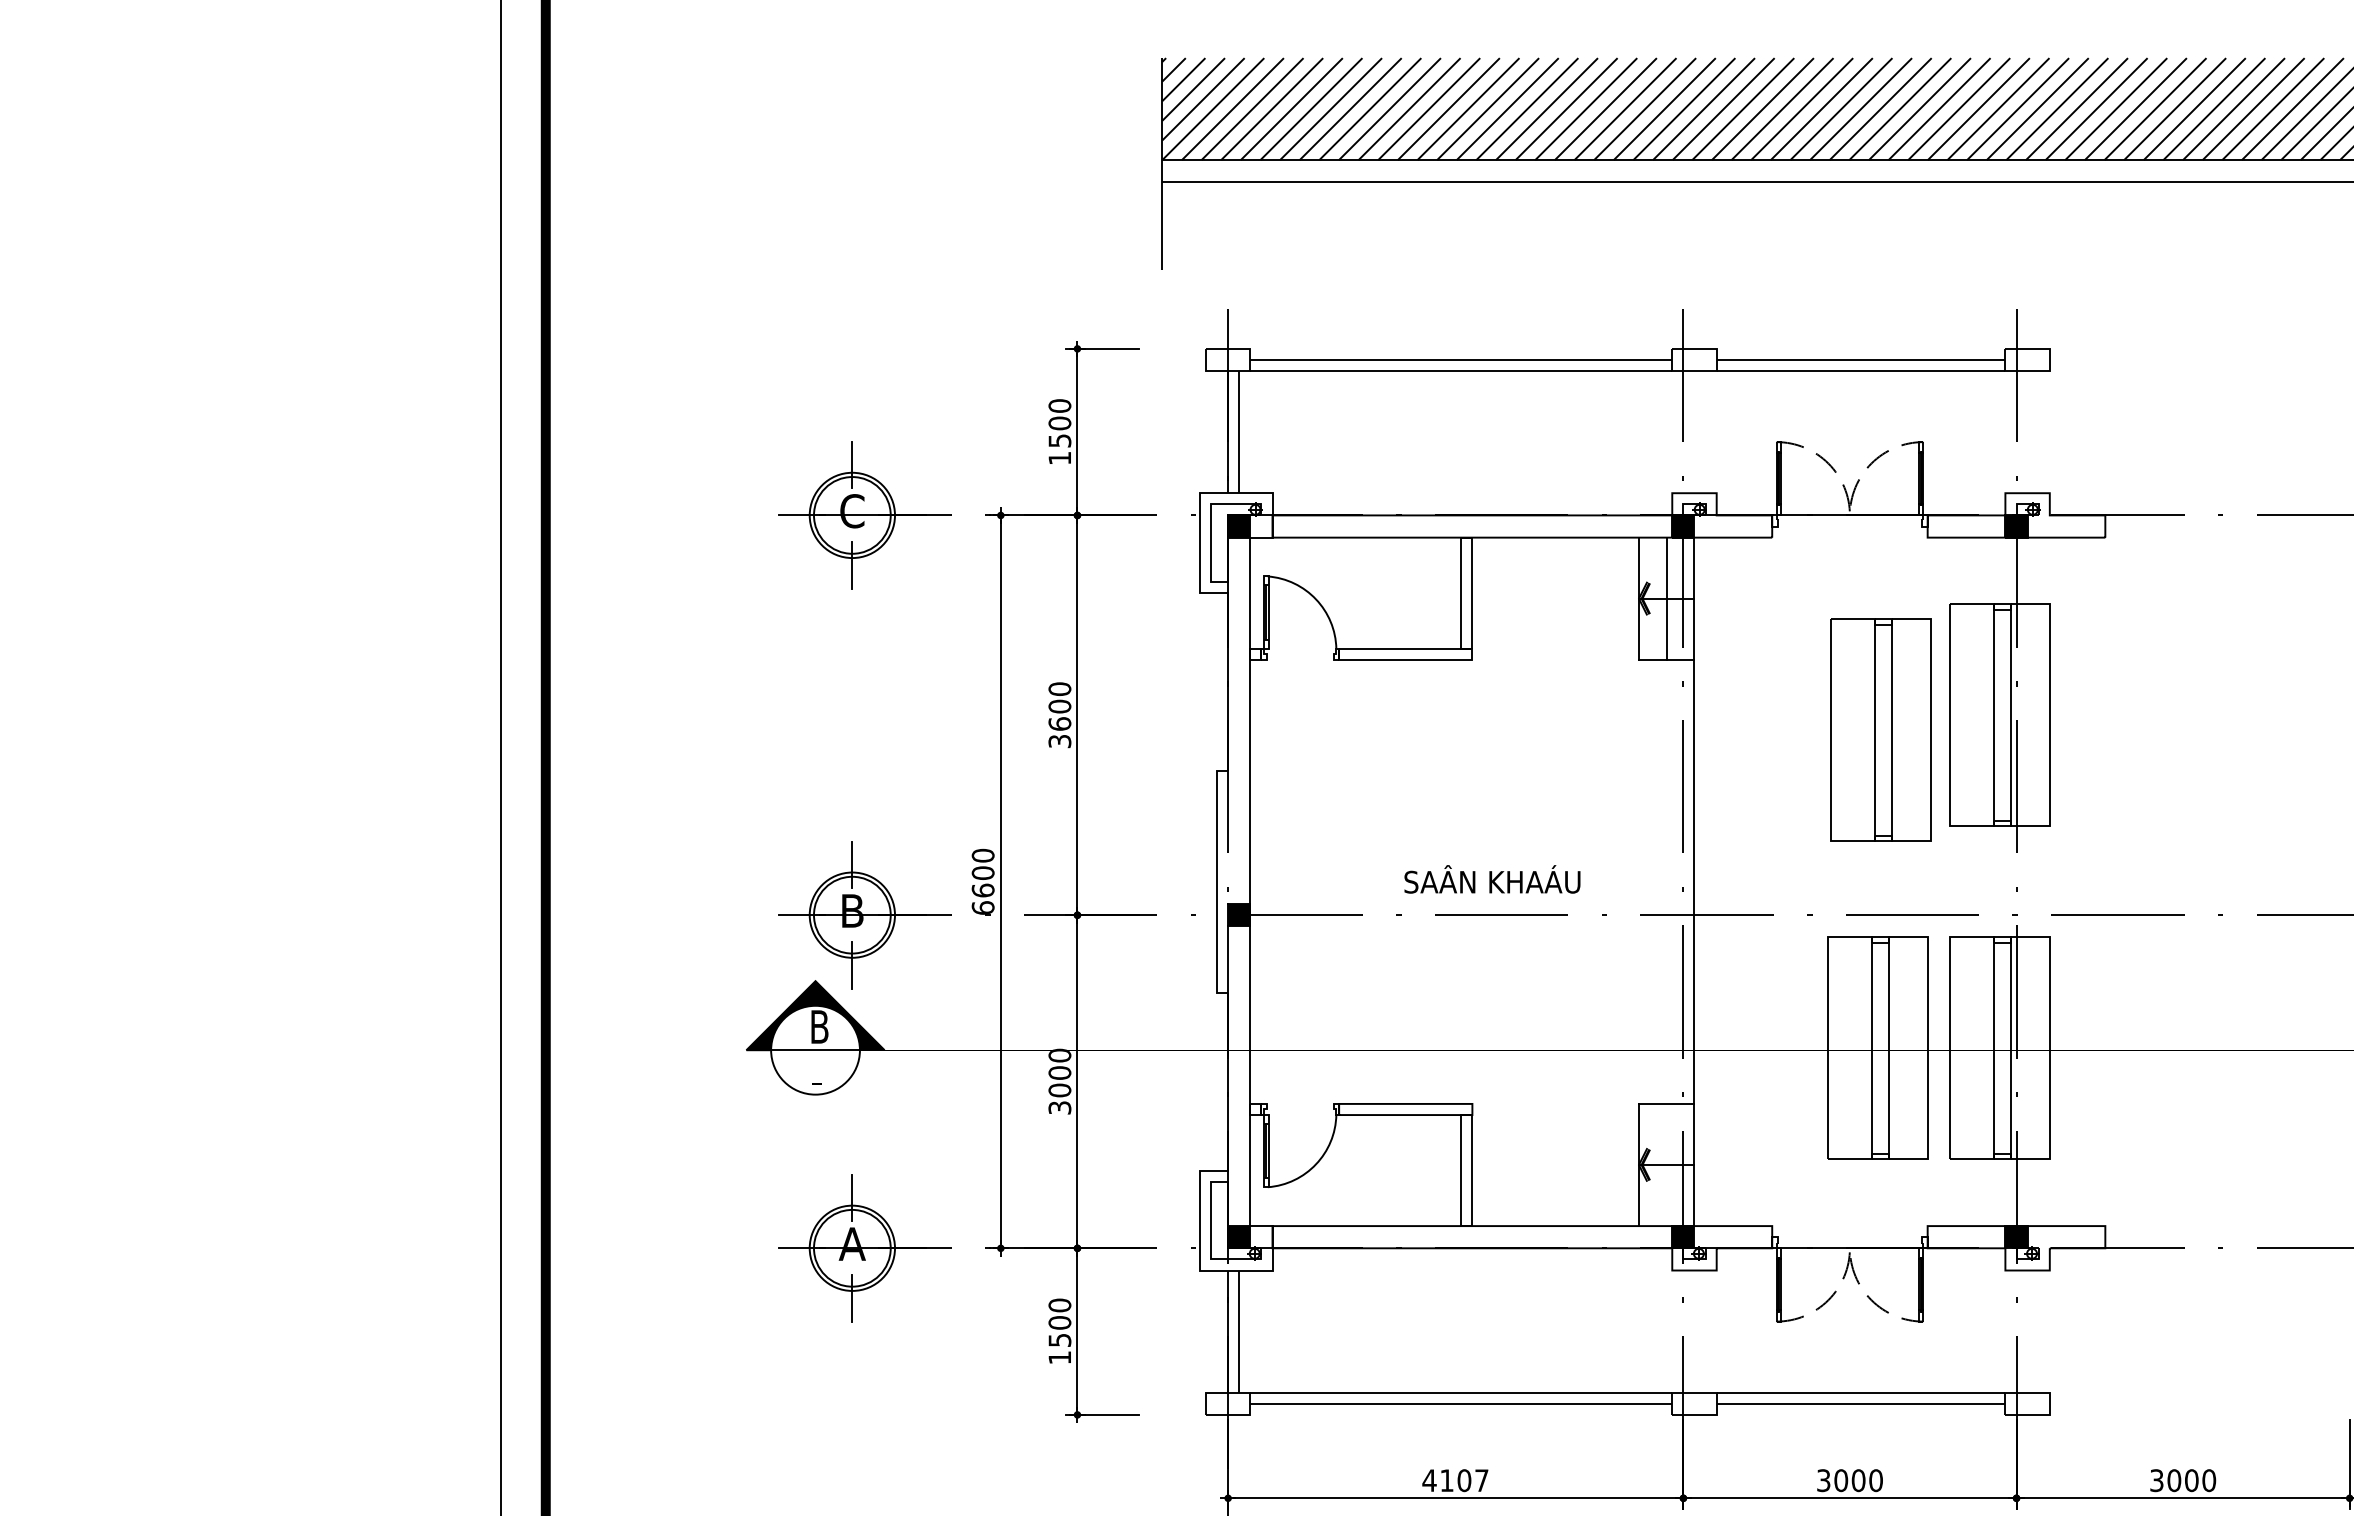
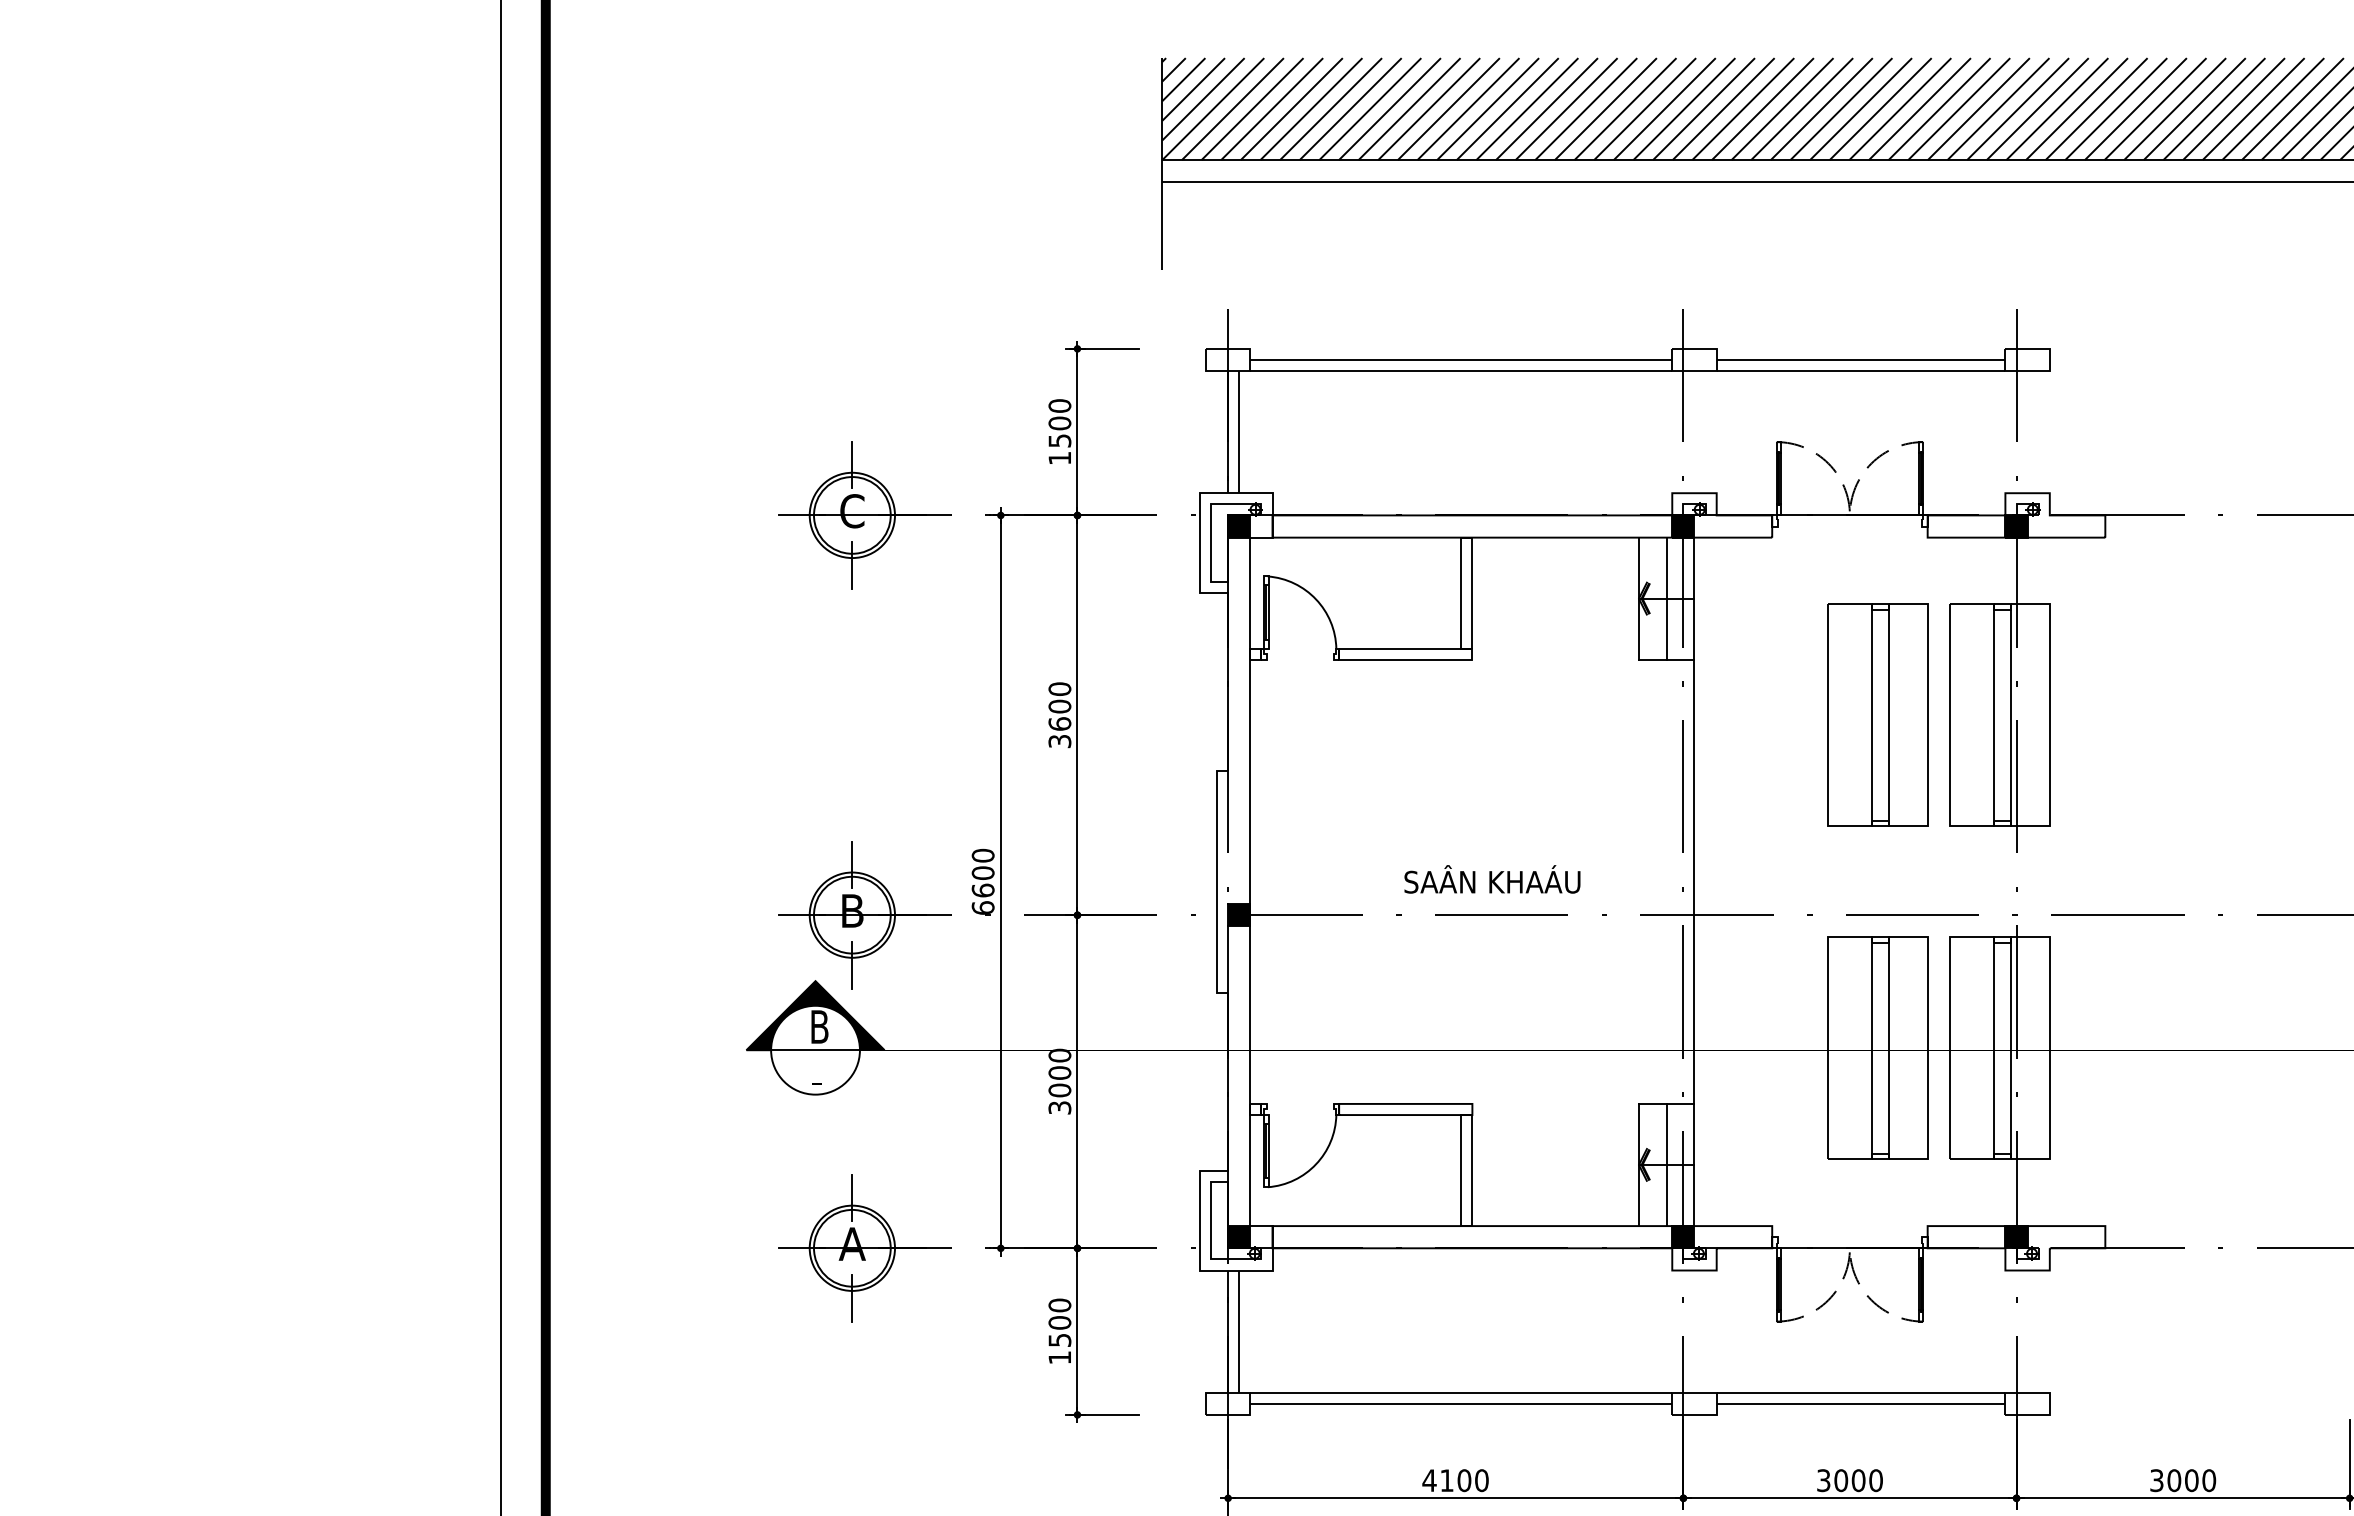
part at (1880, 729) position: (1880, 729) -> (1877, 714)
line at (1666, 1164): none -> present
text at (1481, 1480): 4107 -> 4100
